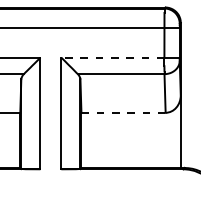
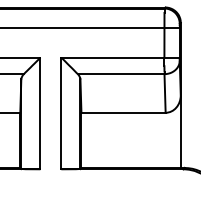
line at (112, 57): dashed -> solid
line at (124, 112): dashed -> solid
